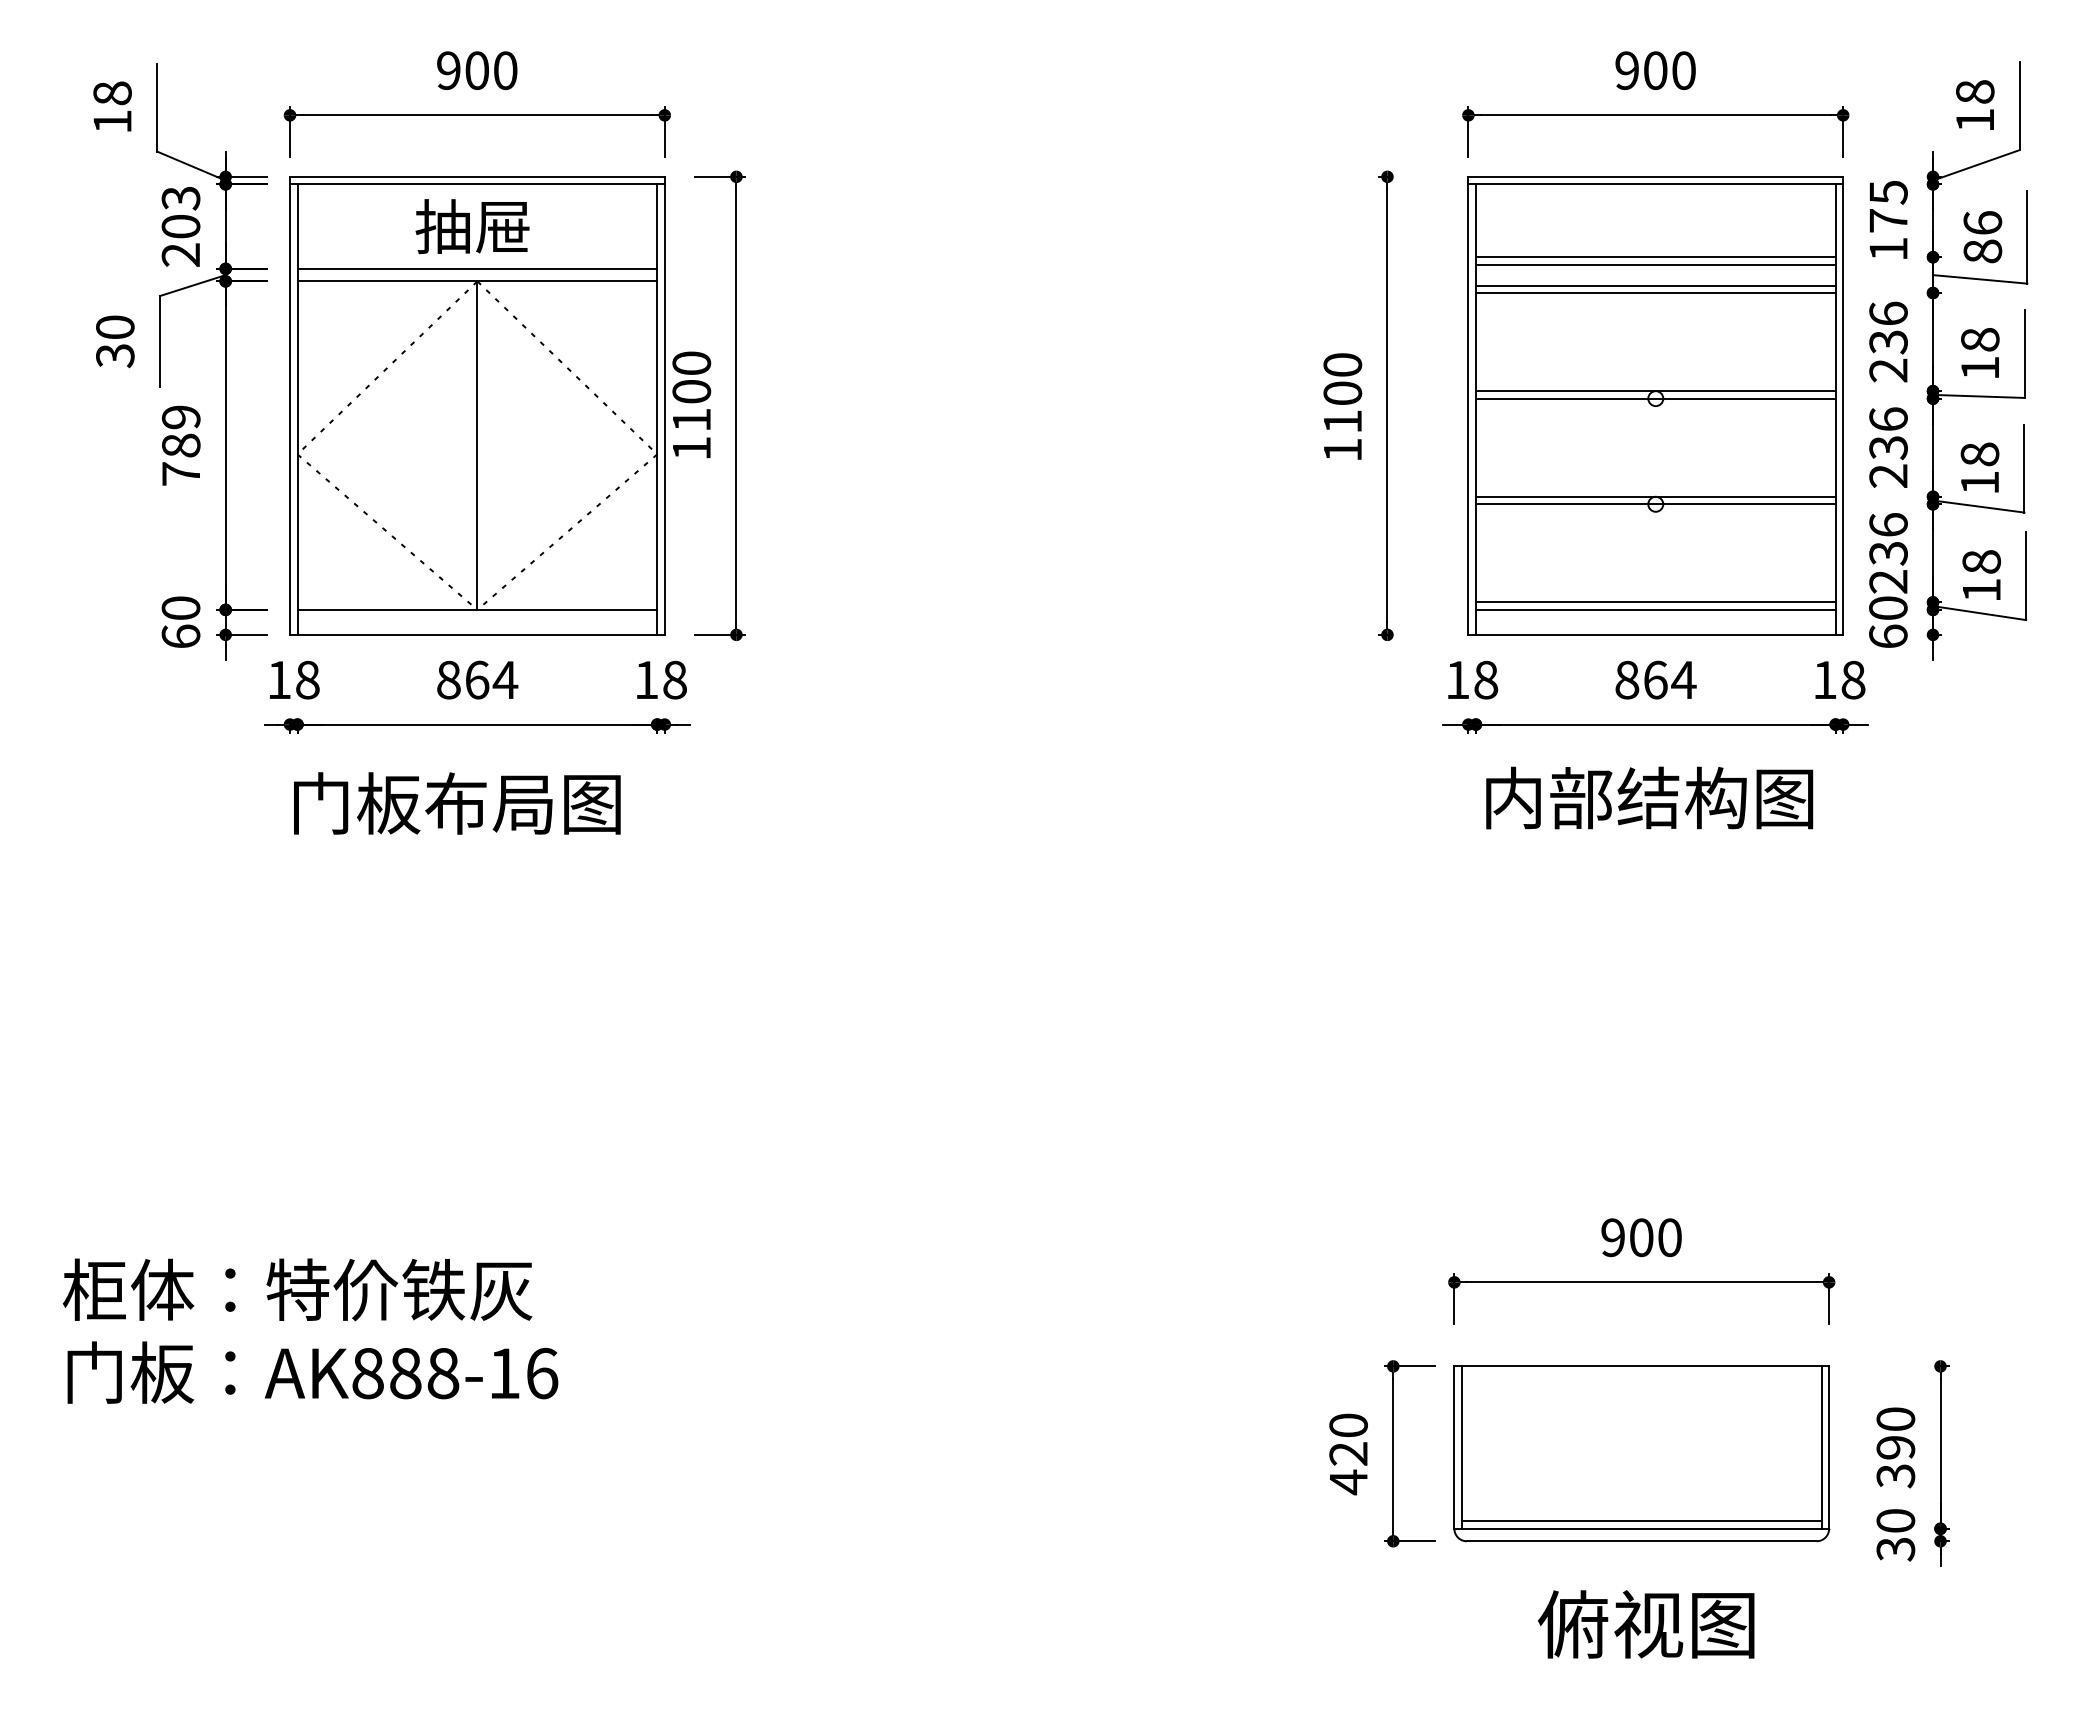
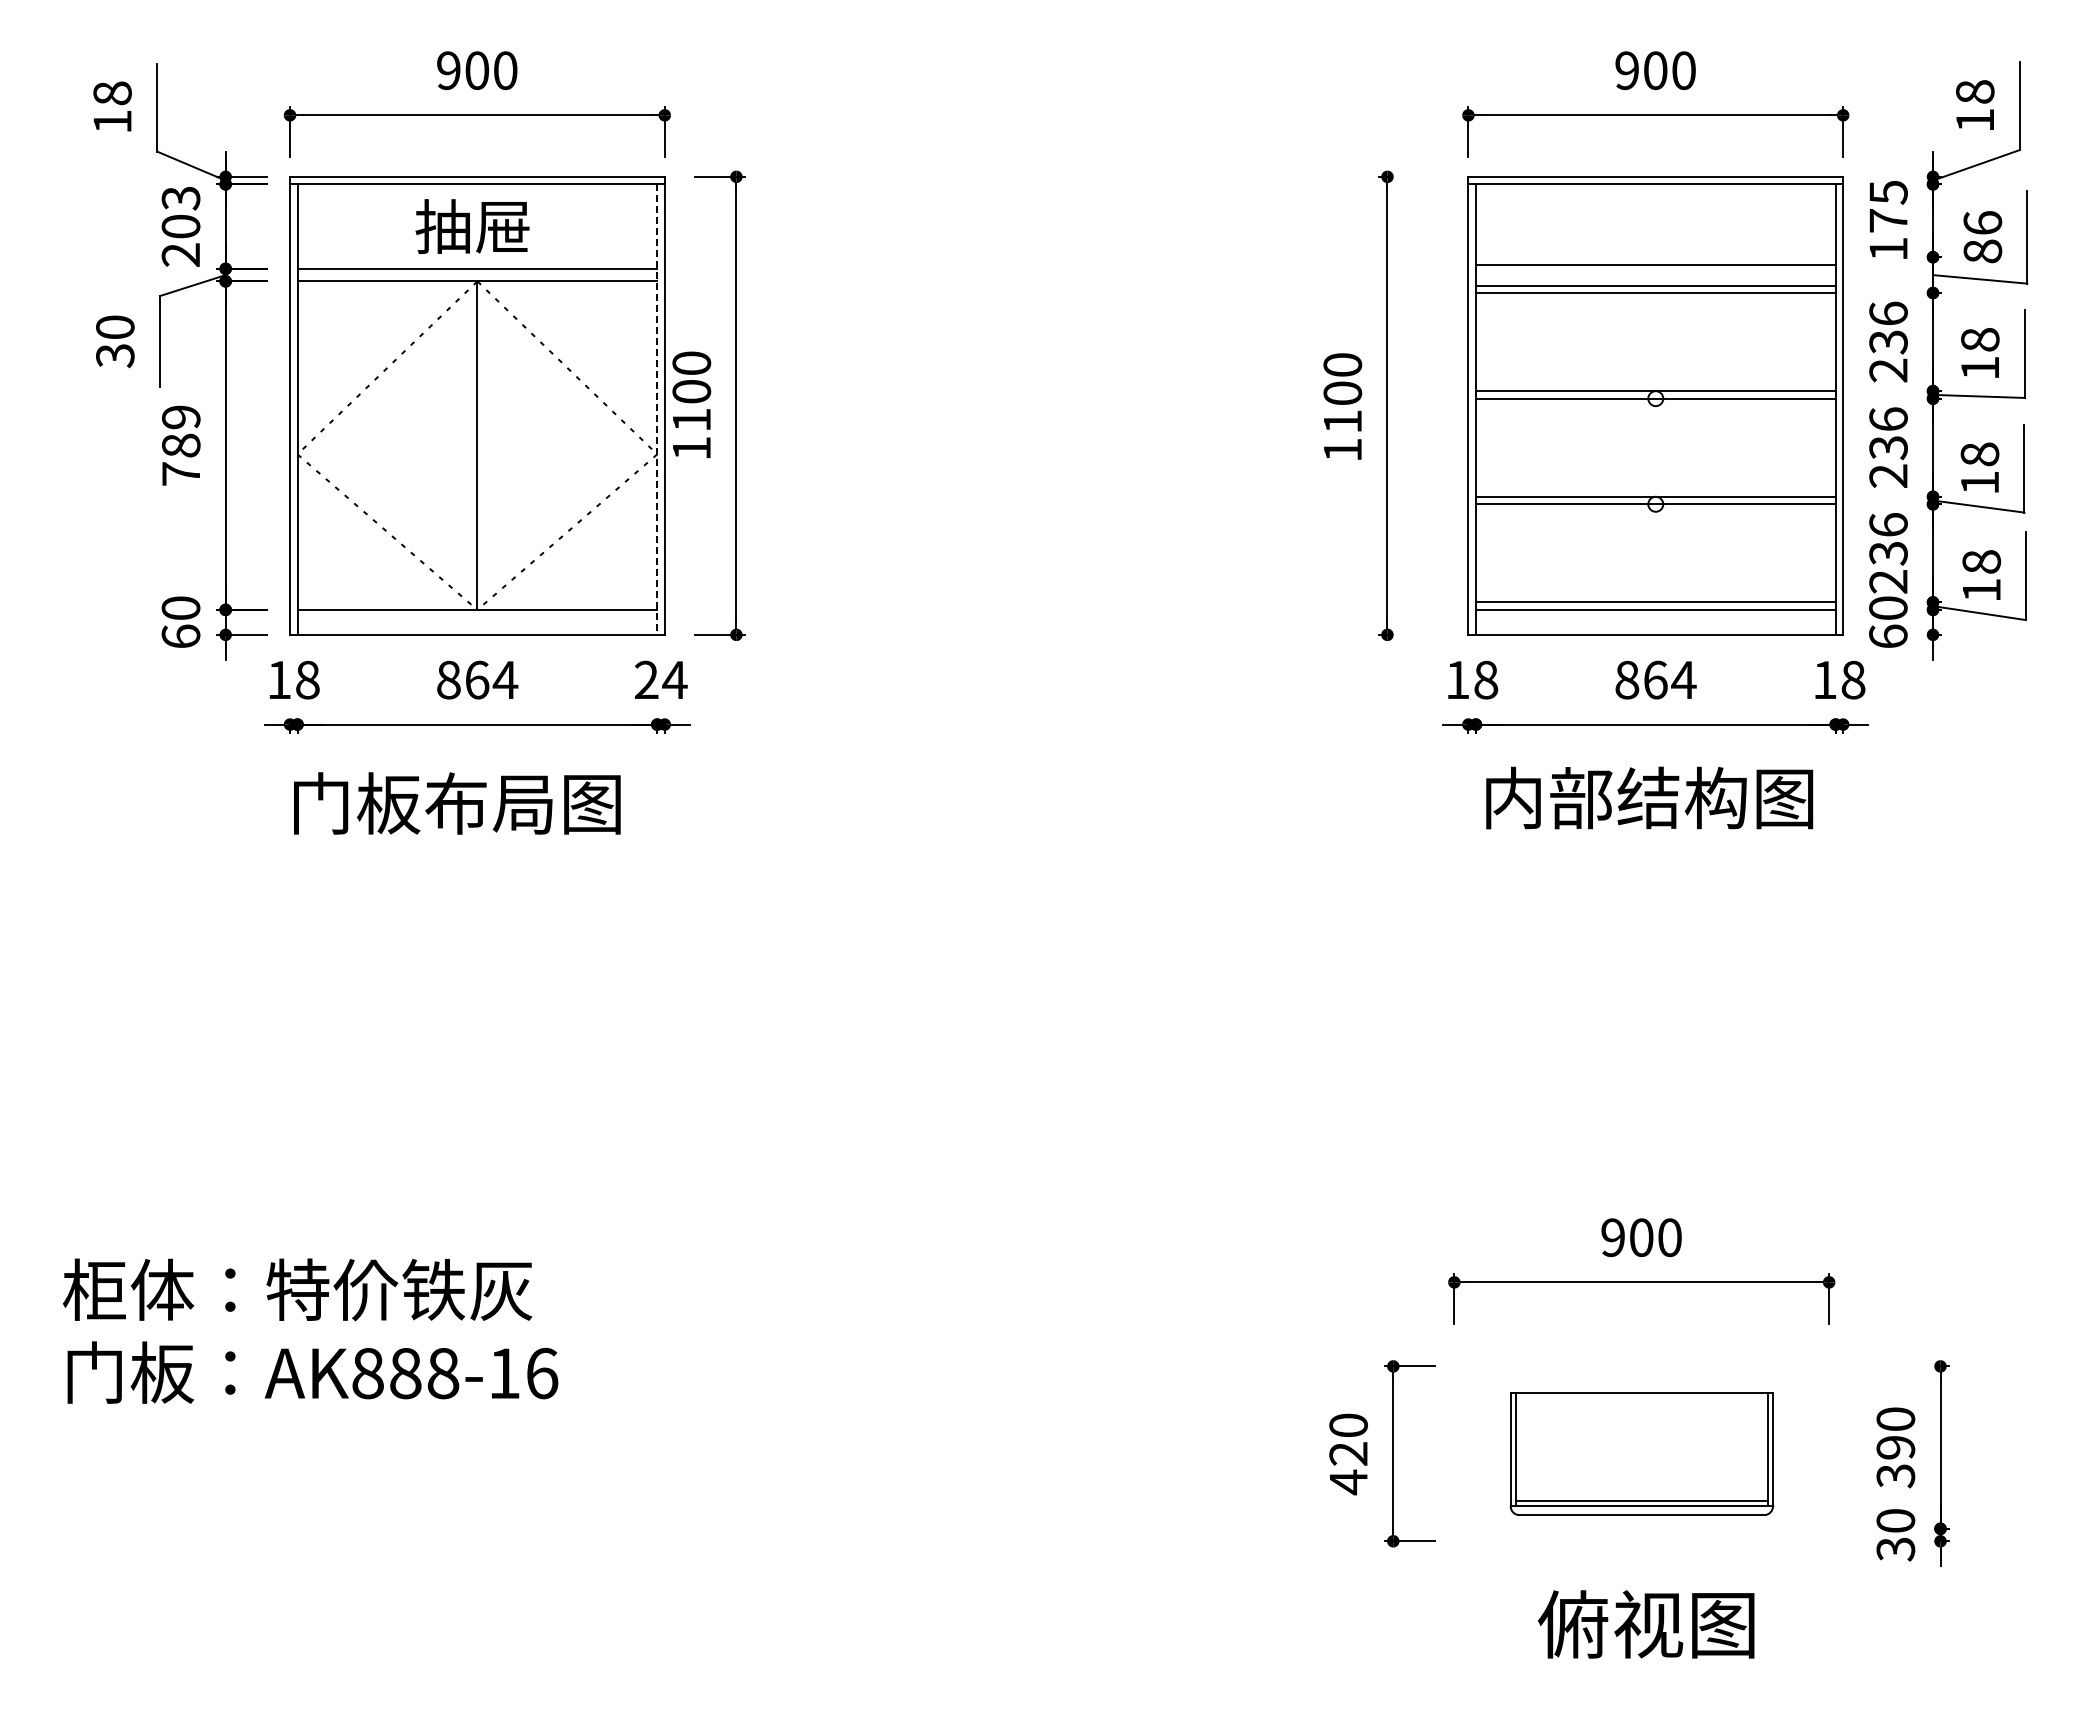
line at (1655, 257): present -> none
line at (657, 410): solid -> dashed
text at (661, 679): 18 -> 24
part at (1641, 1453) size: 378x178 px -> 266x124 px
